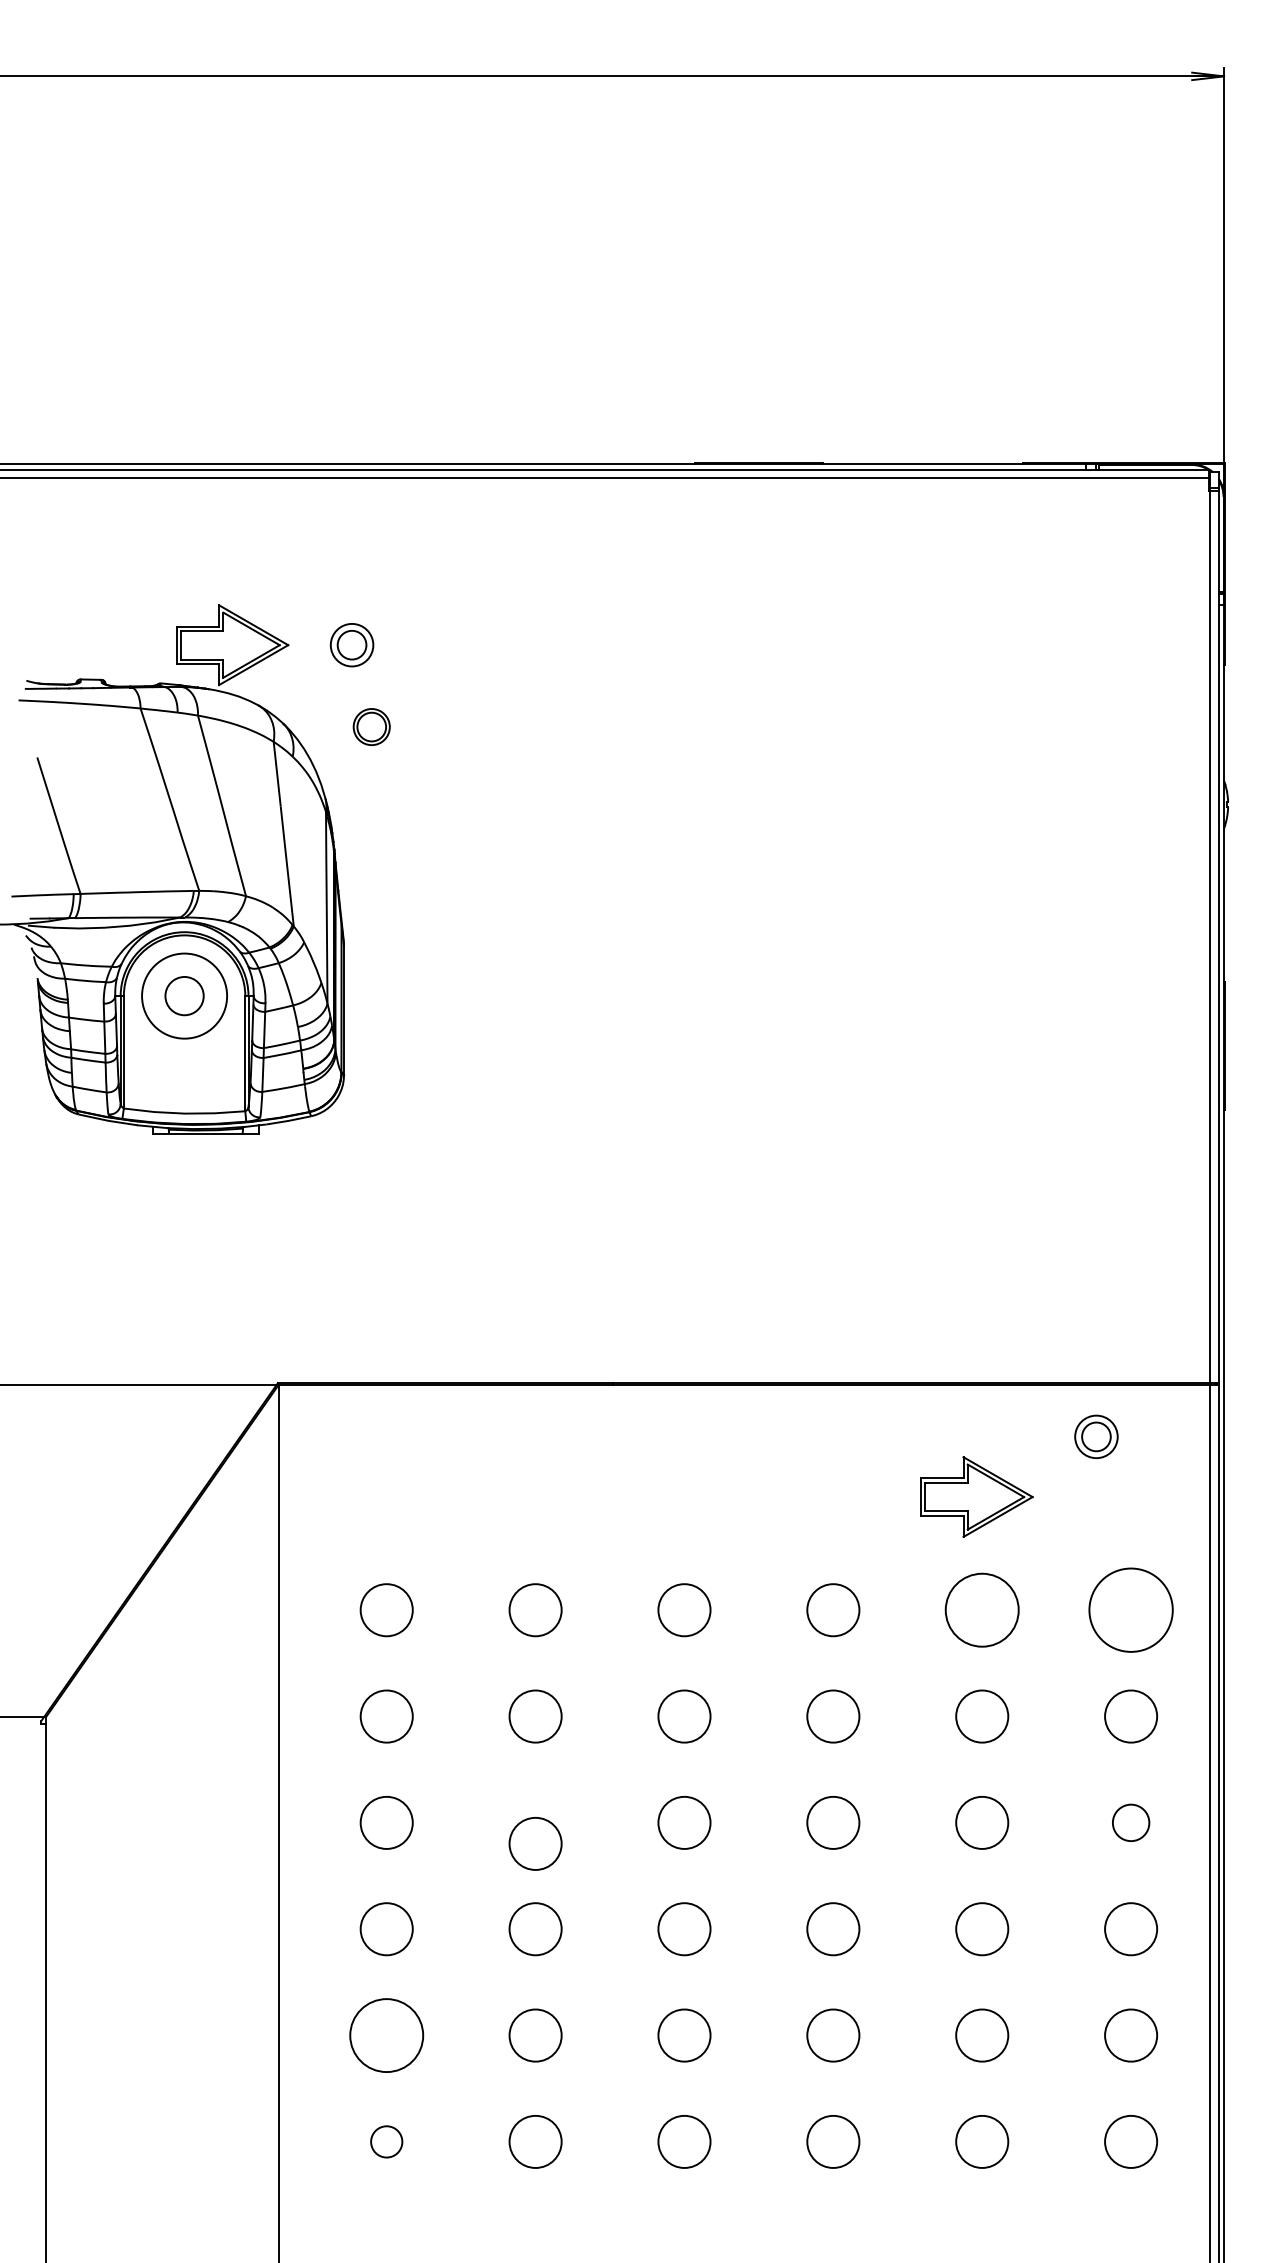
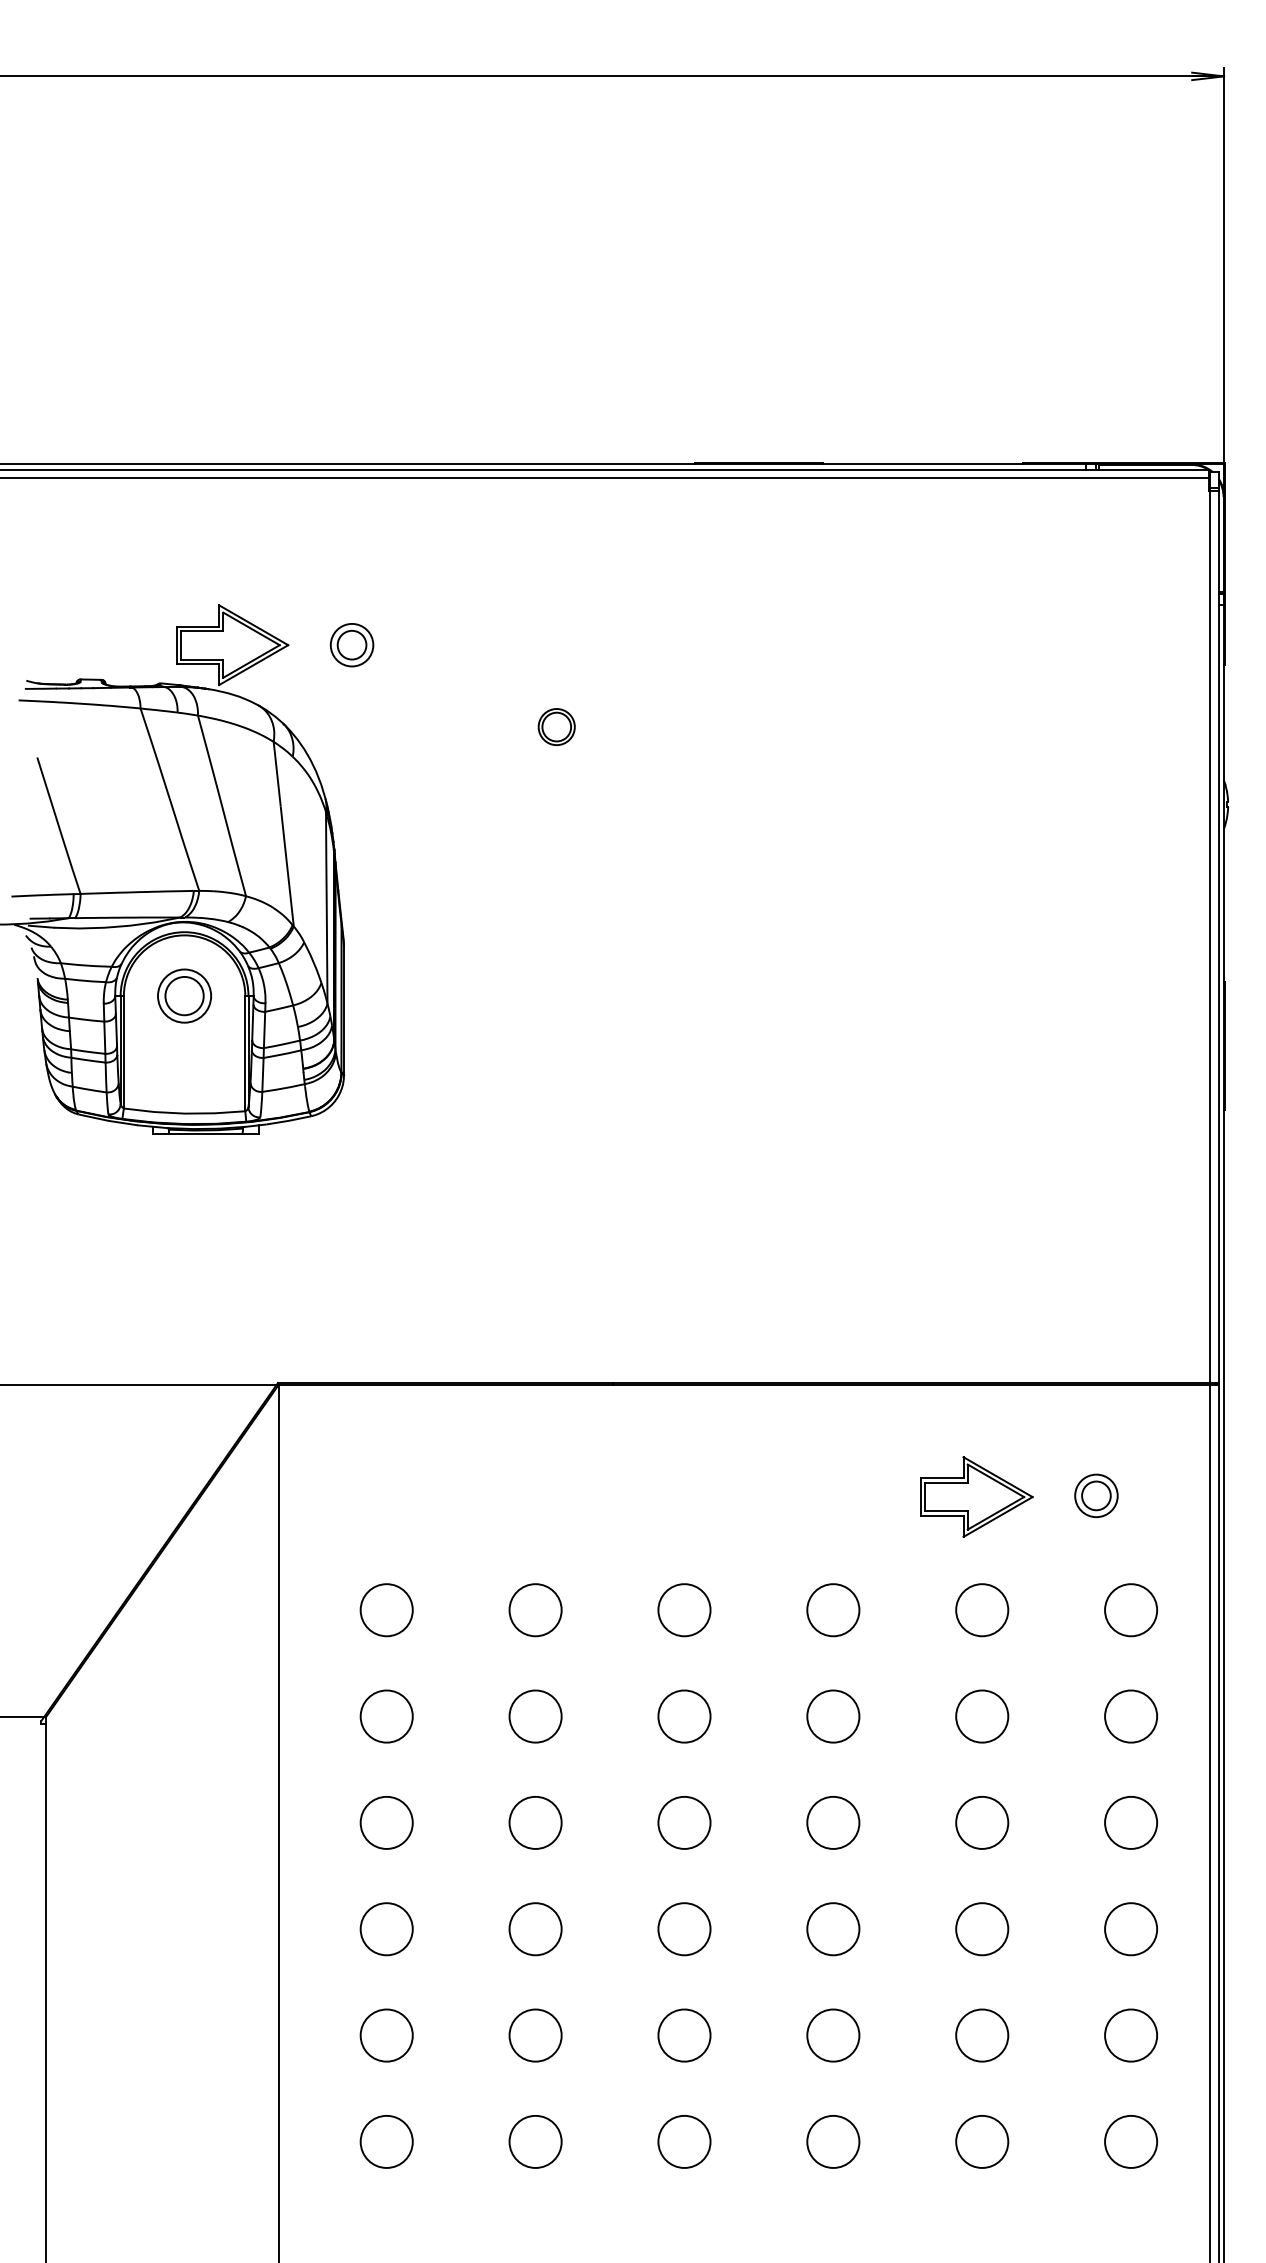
part at (371, 726) position: (371, 726) -> (556, 726)
circle at (184, 995) diameter: 85 px -> 53 px
part at (1096, 1436) position: (1096, 1436) -> (1096, 1495)
circle at (981, 1609) diameter: 73 px -> 52 px
circle at (1130, 1609) diameter: 83 px -> 52 px
circle at (1130, 1822) diameter: 36 px -> 52 px
circle at (535, 1843) position: (535, 1843) -> (535, 1822)
circle at (386, 2035) diameter: 73 px -> 52 px
circle at (386, 2141) diameter: 31 px -> 52 px
